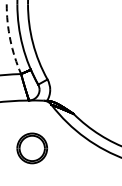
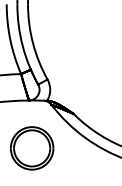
arc at (10, 39): dashed -> solid
part at (31, 148) size: 32x33 px -> 45x45 px
